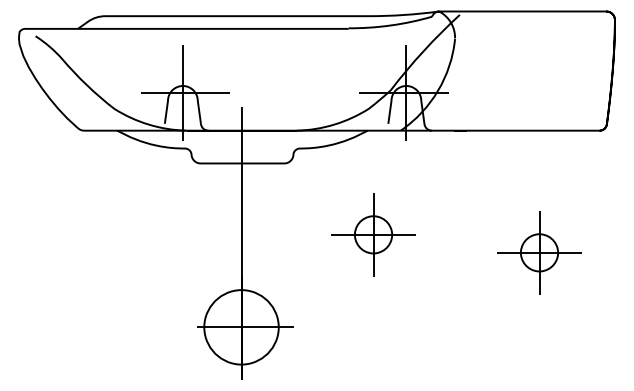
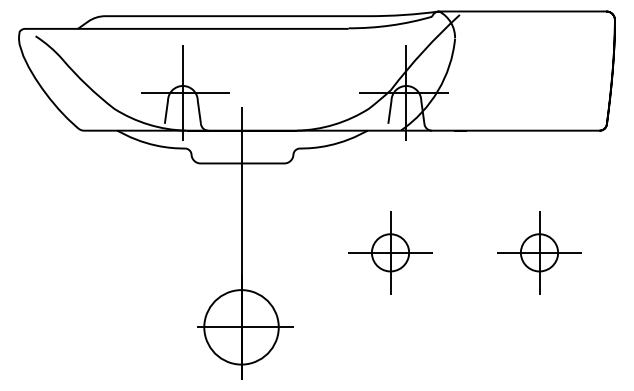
part at (373, 234) position: (373, 234) -> (390, 252)
